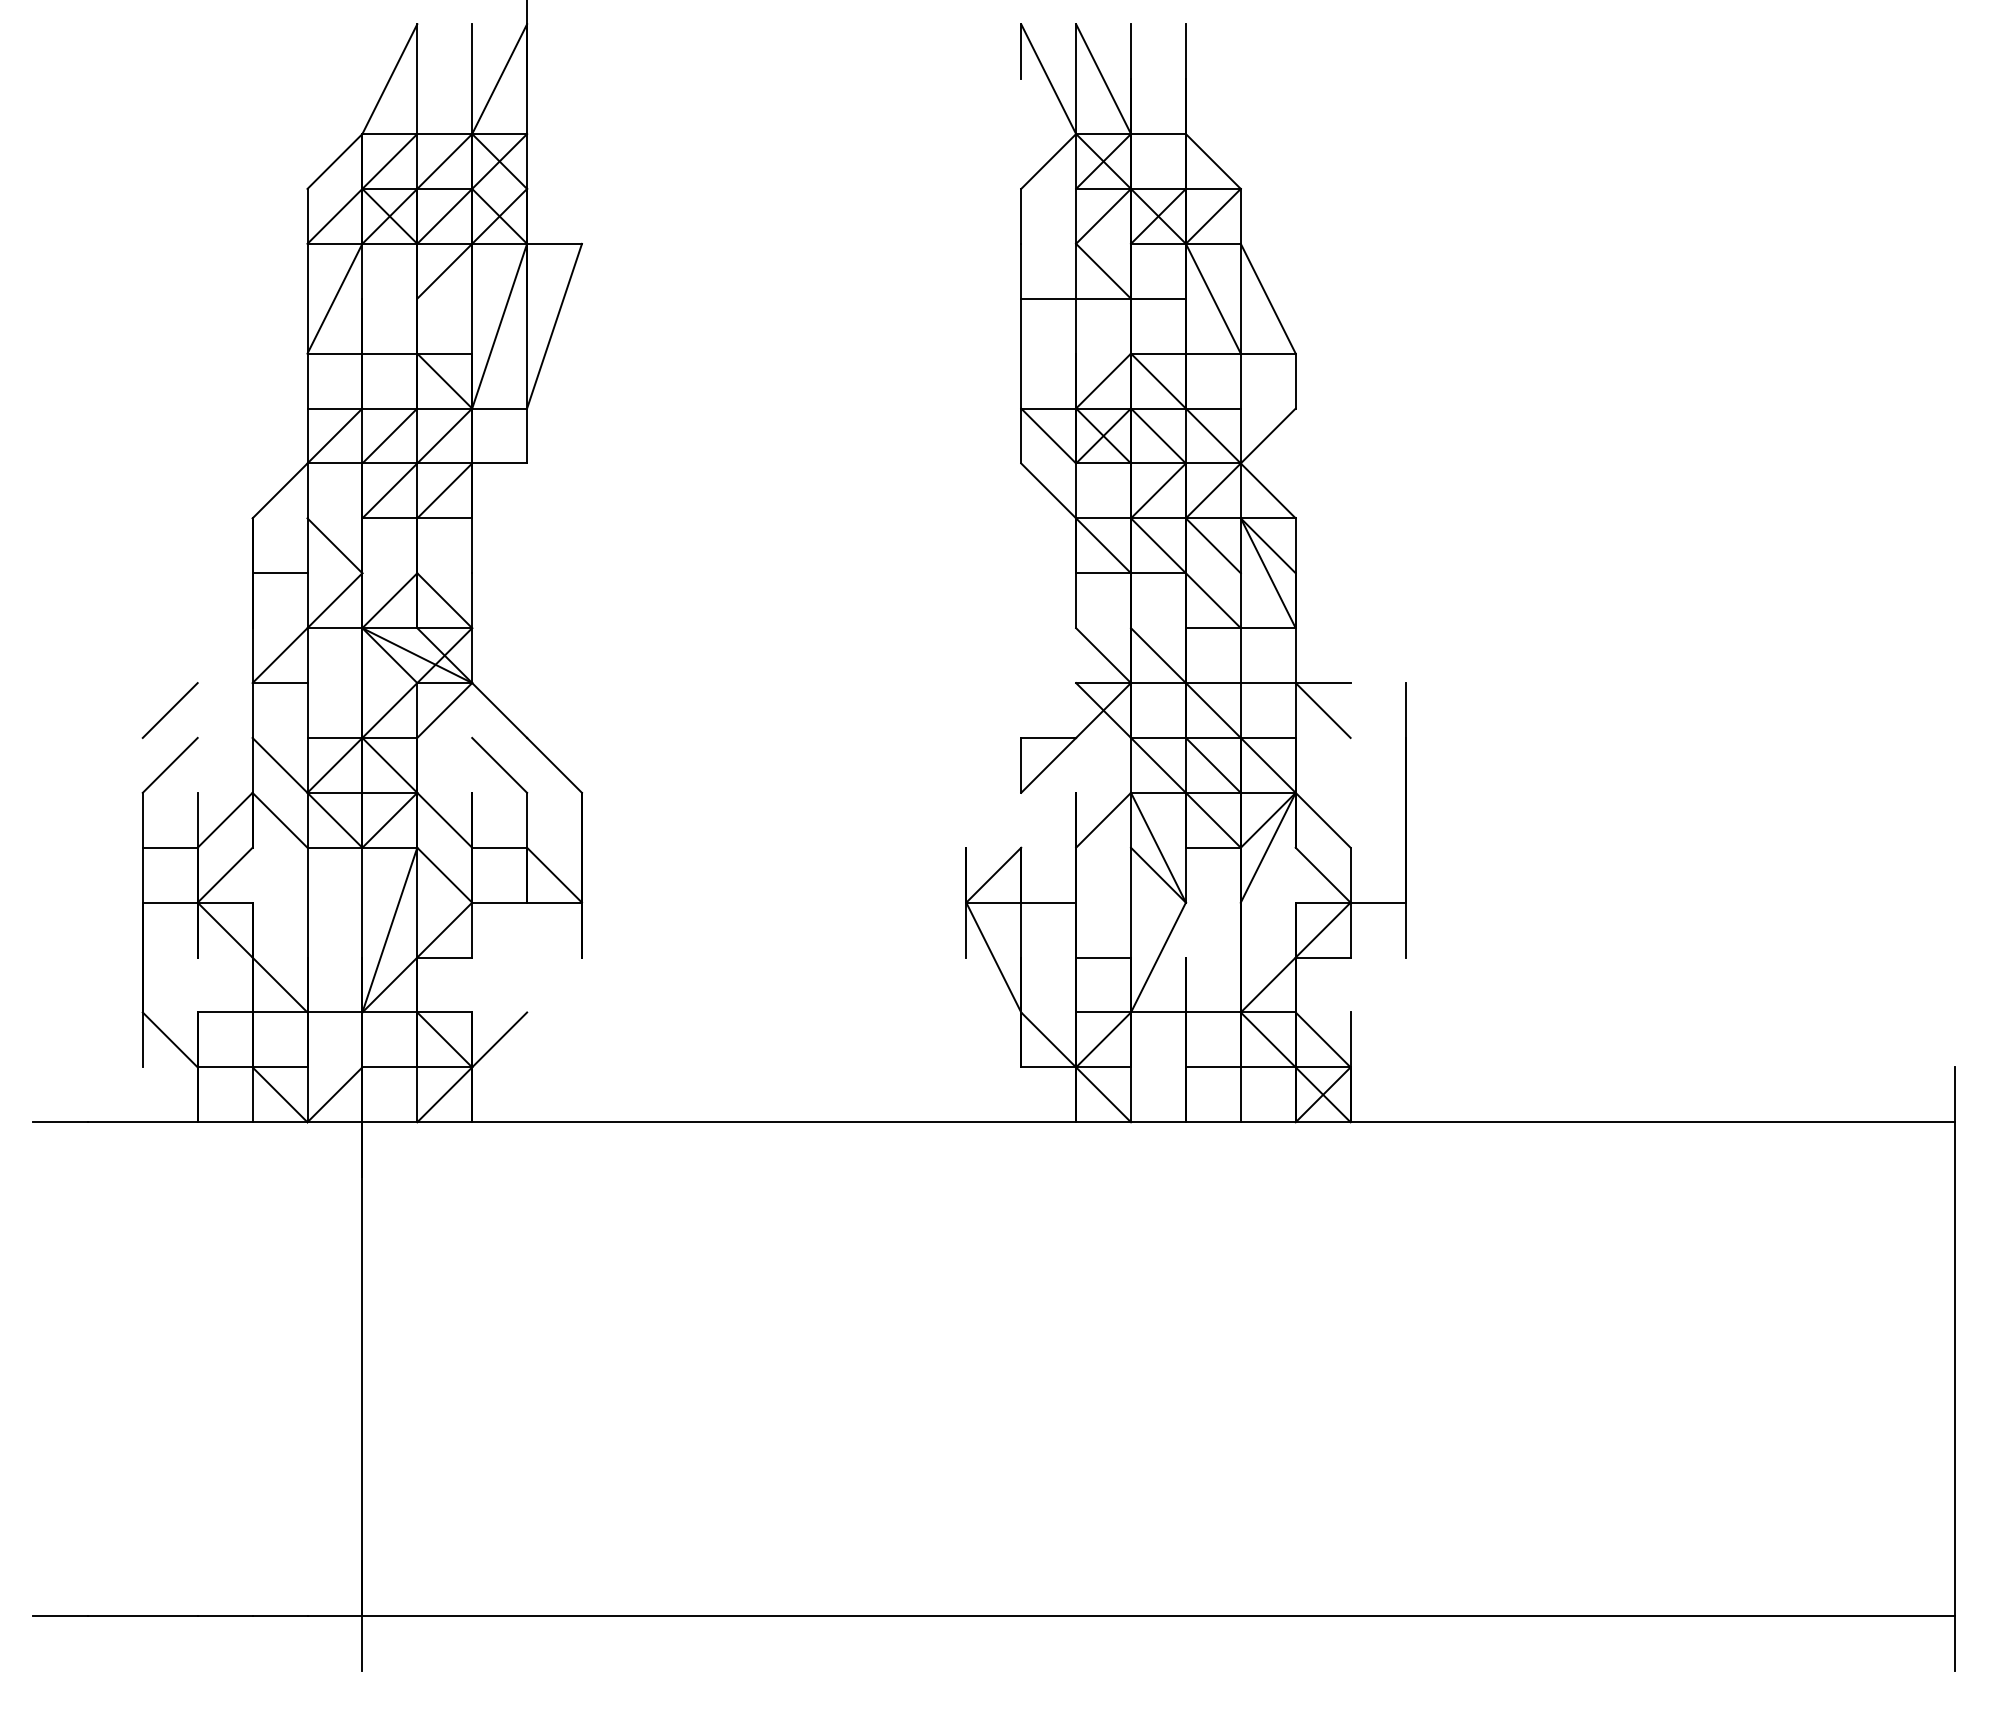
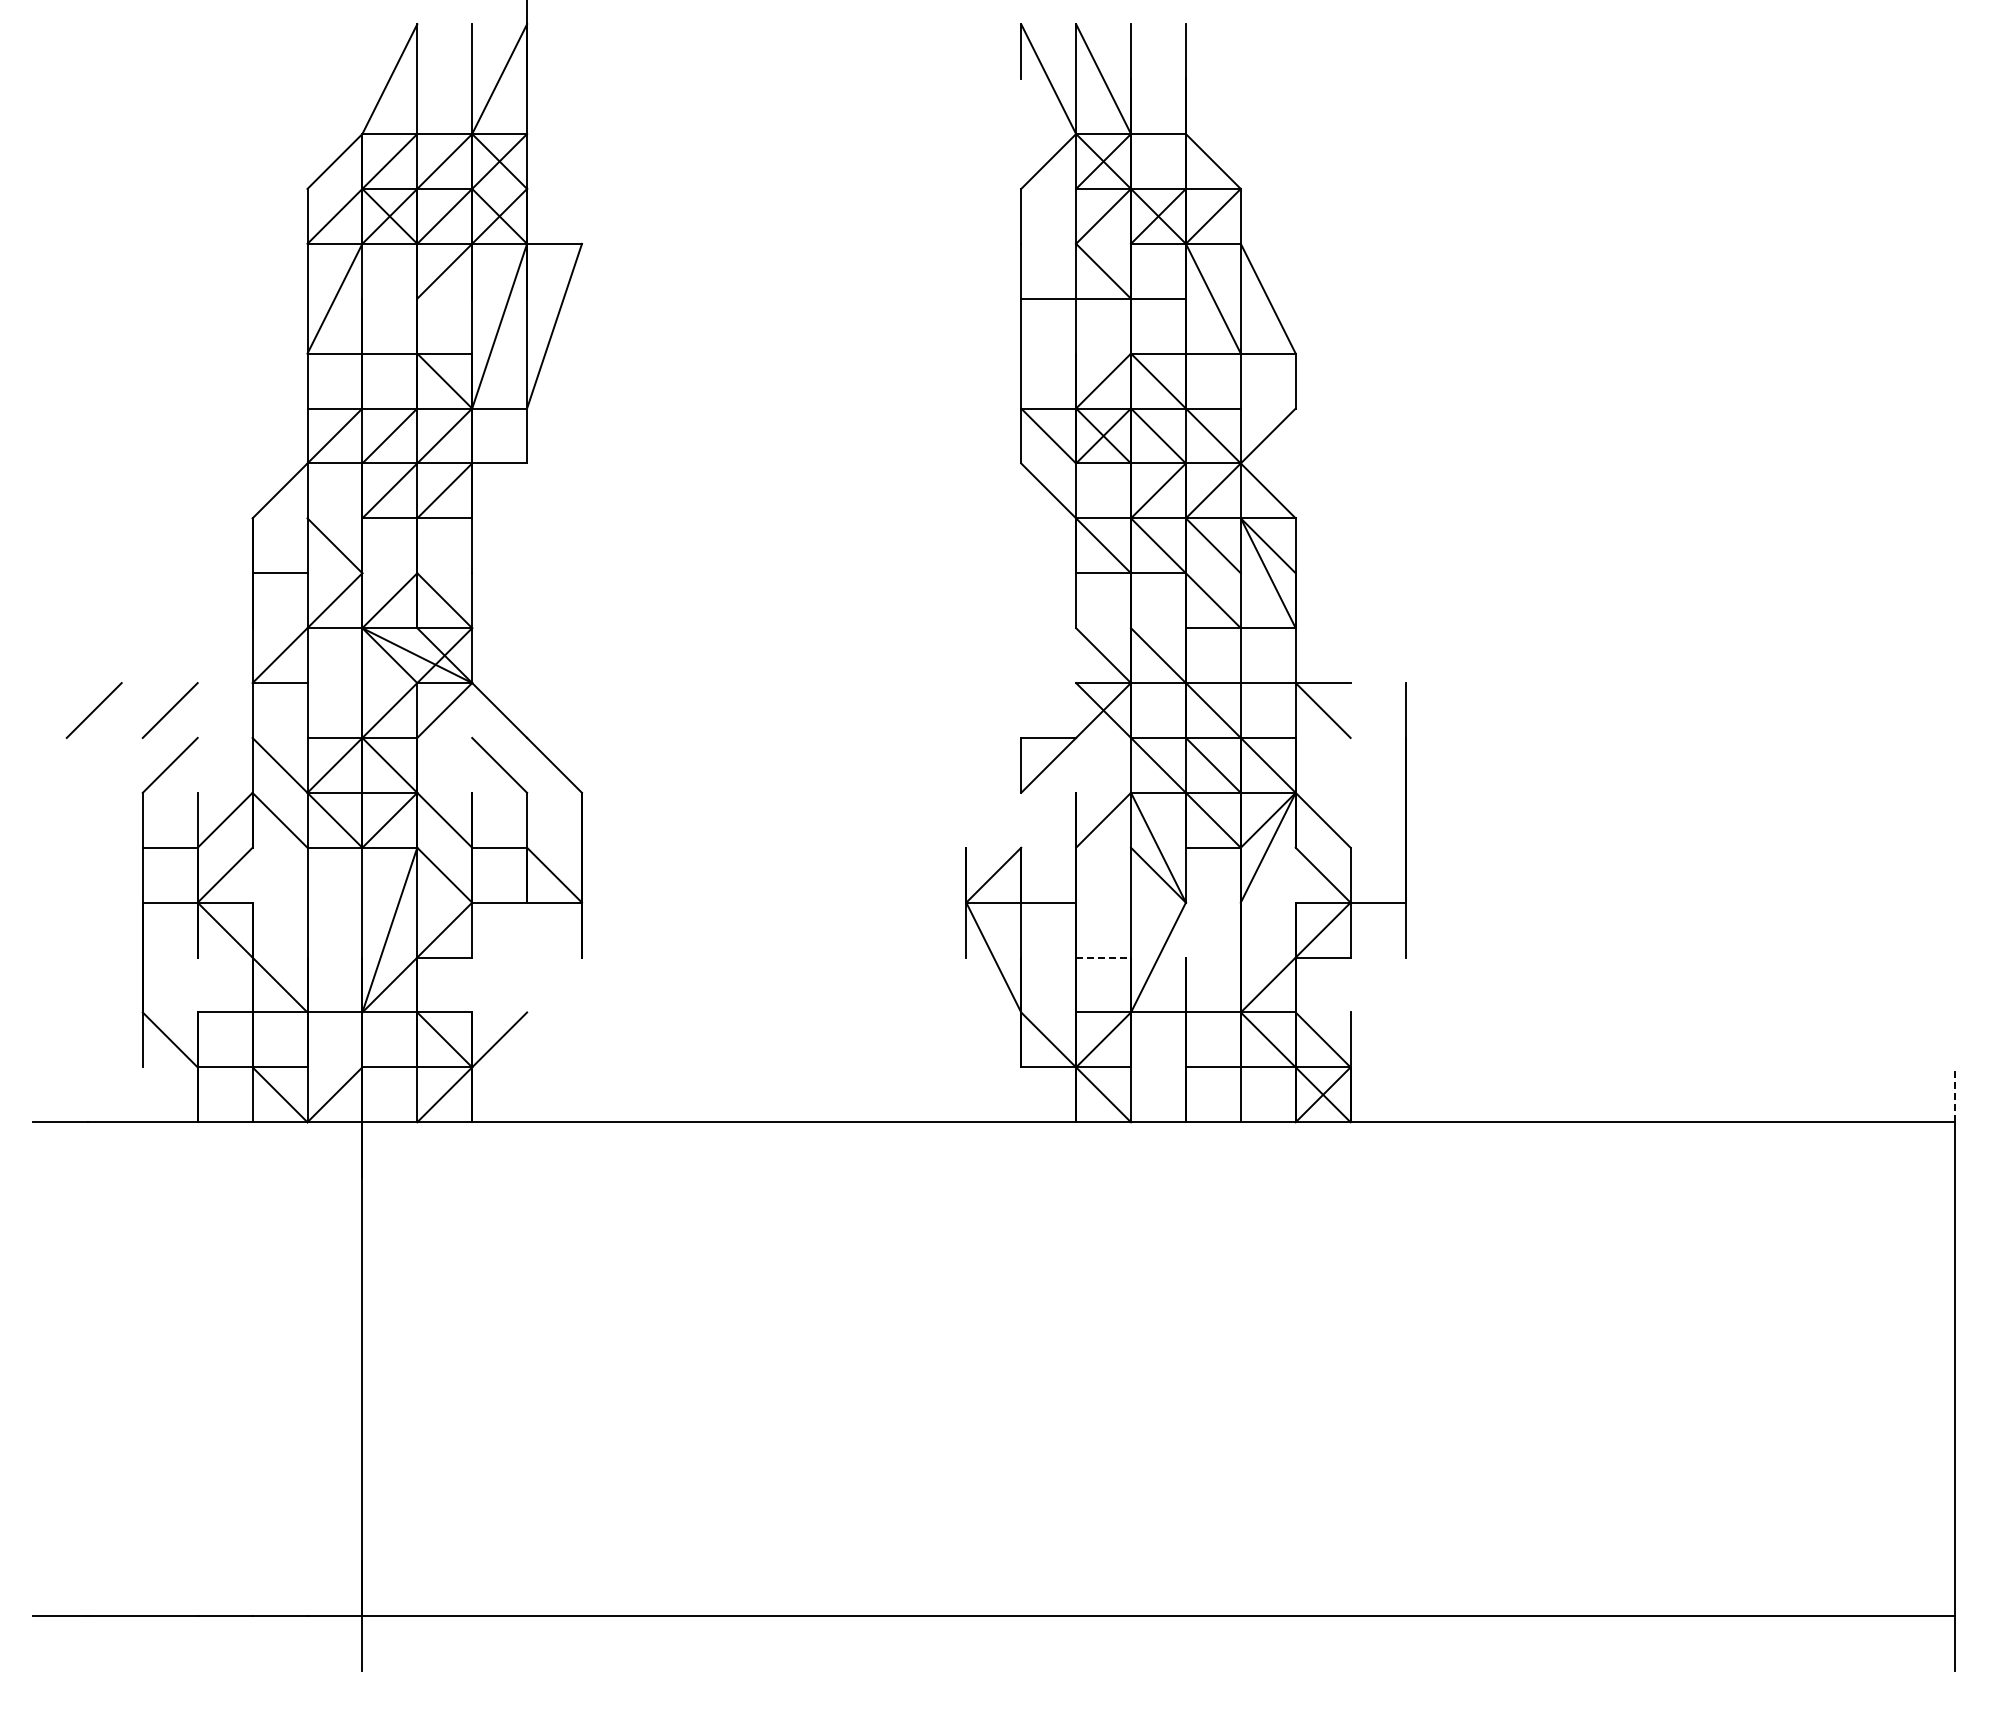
line at (93, 710): none -> present
line at (1104, 957): solid -> dashed
line at (1954, 1094): solid -> dashed
